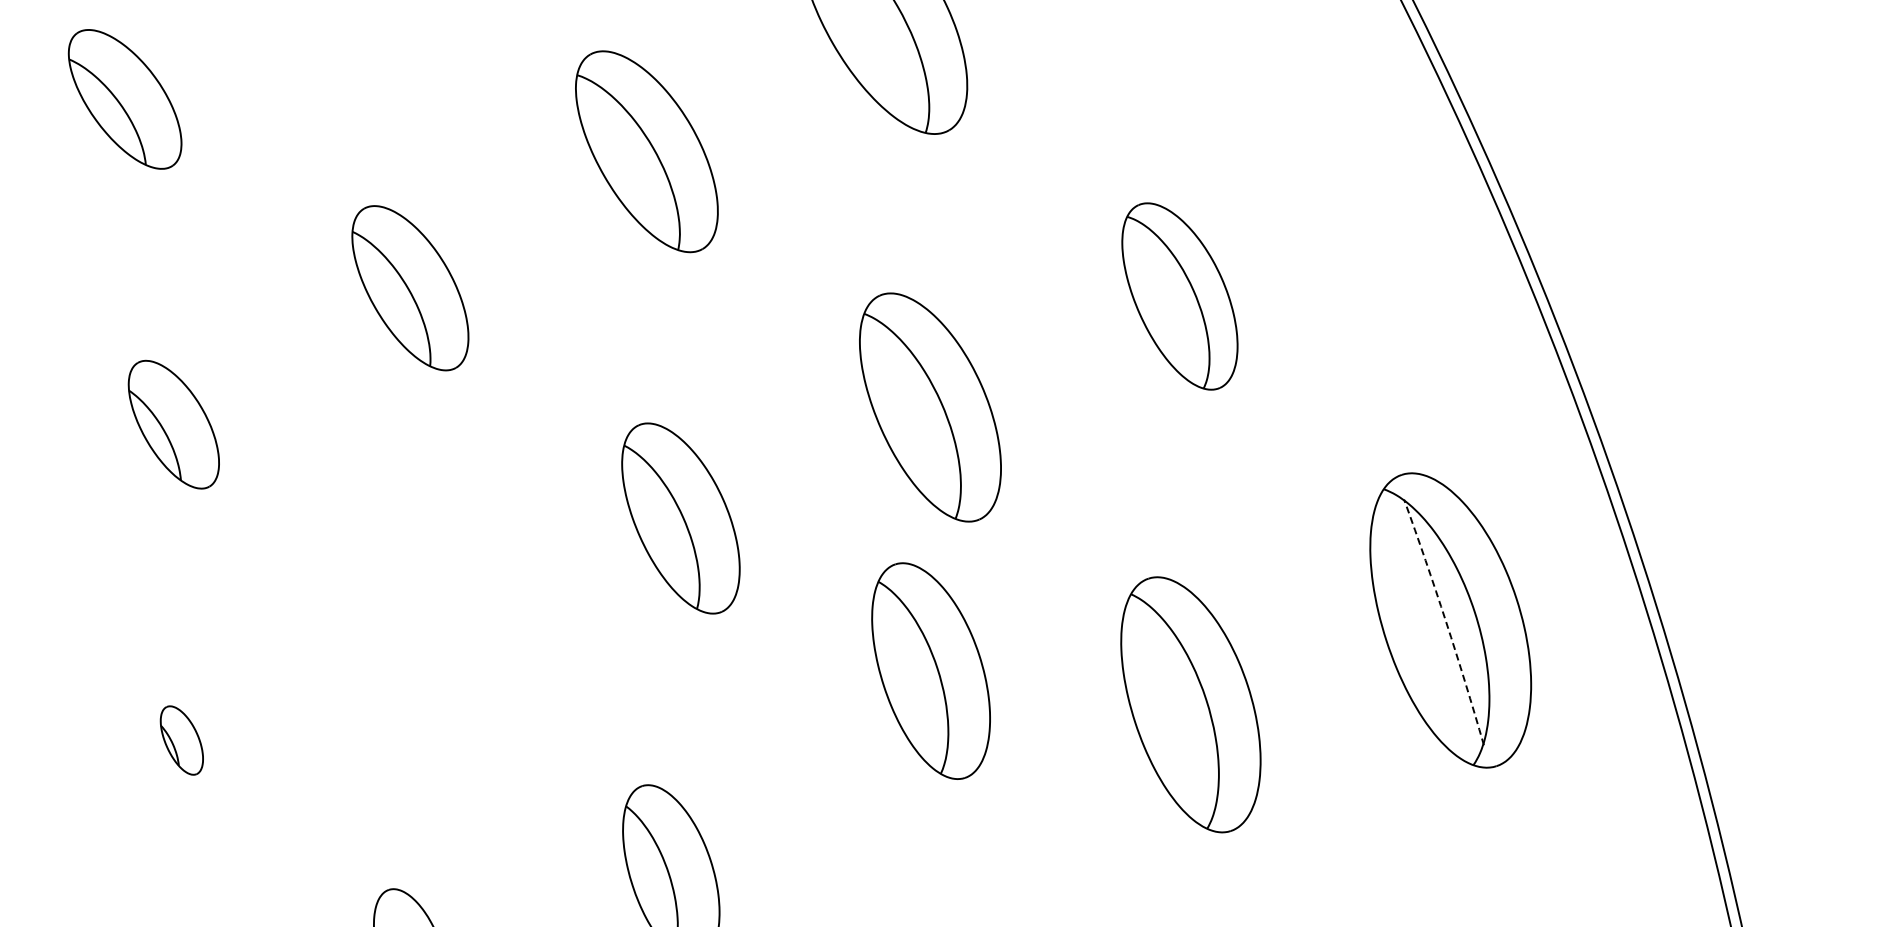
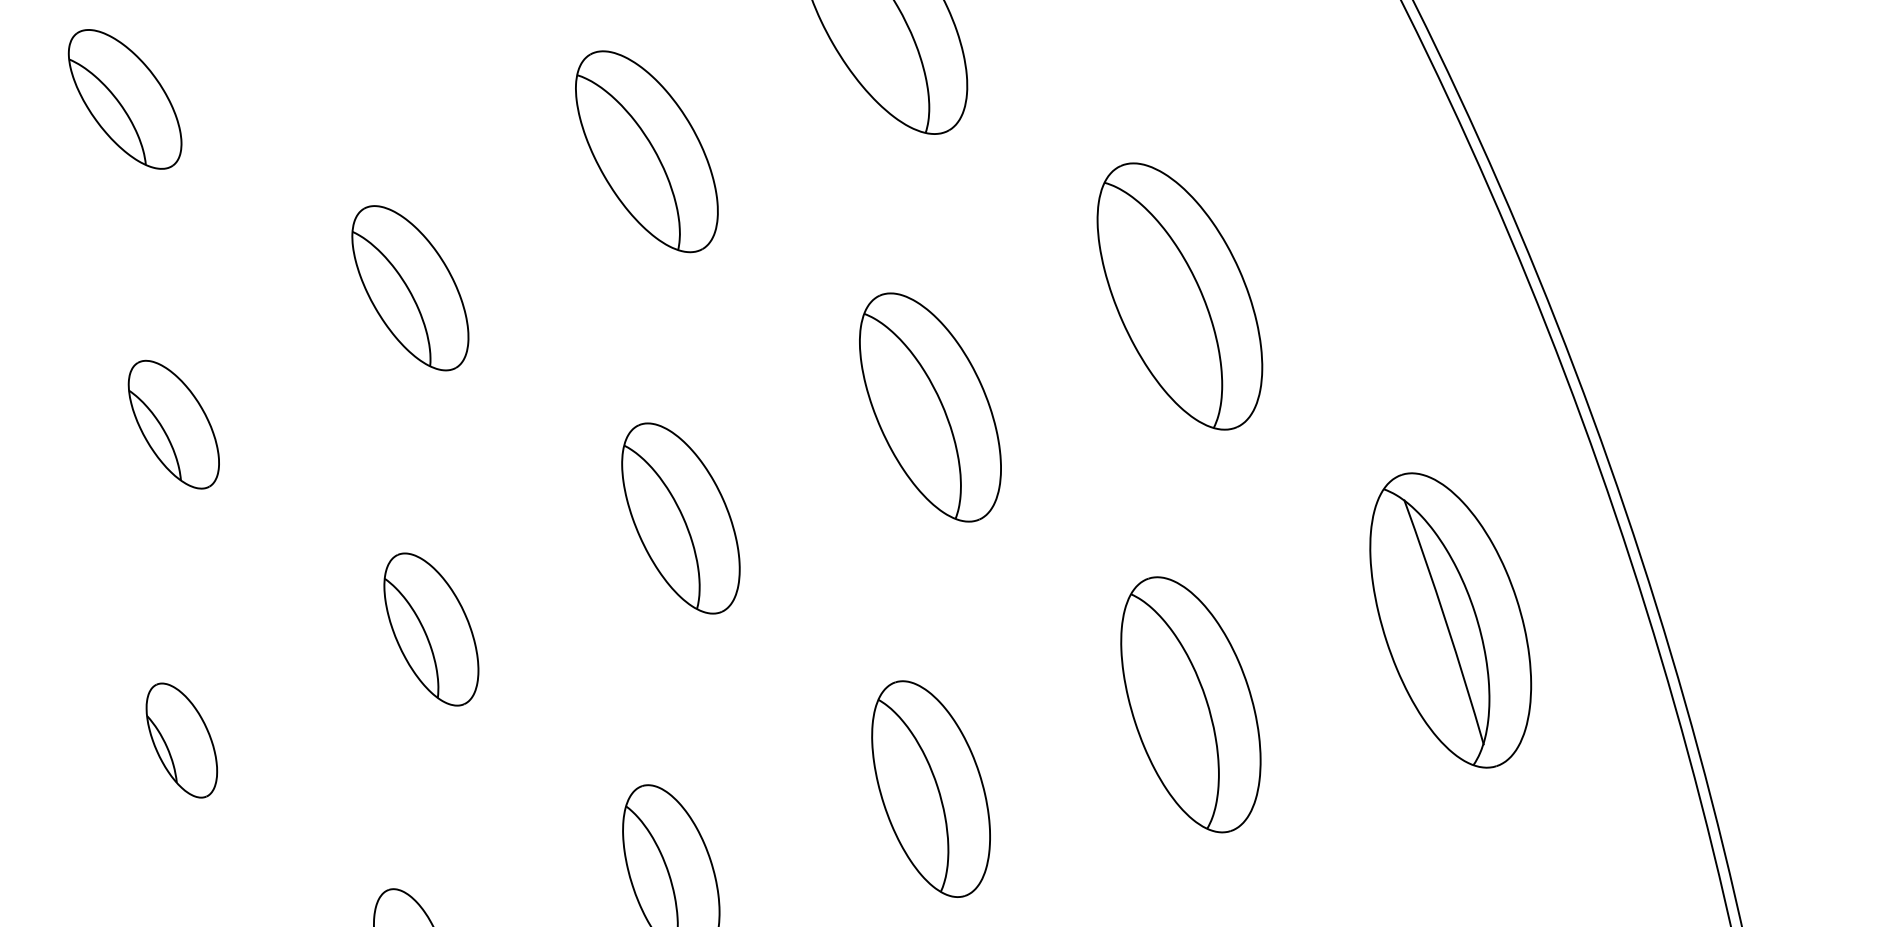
part at (1179, 296) size: 118x189 px -> 168x269 px
arc at (1446, 621): dashed -> solid
part at (431, 629): none -> present
part at (930, 670) position: (930, 670) -> (930, 788)
part at (181, 740) size: 45x71 px -> 74x117 px
